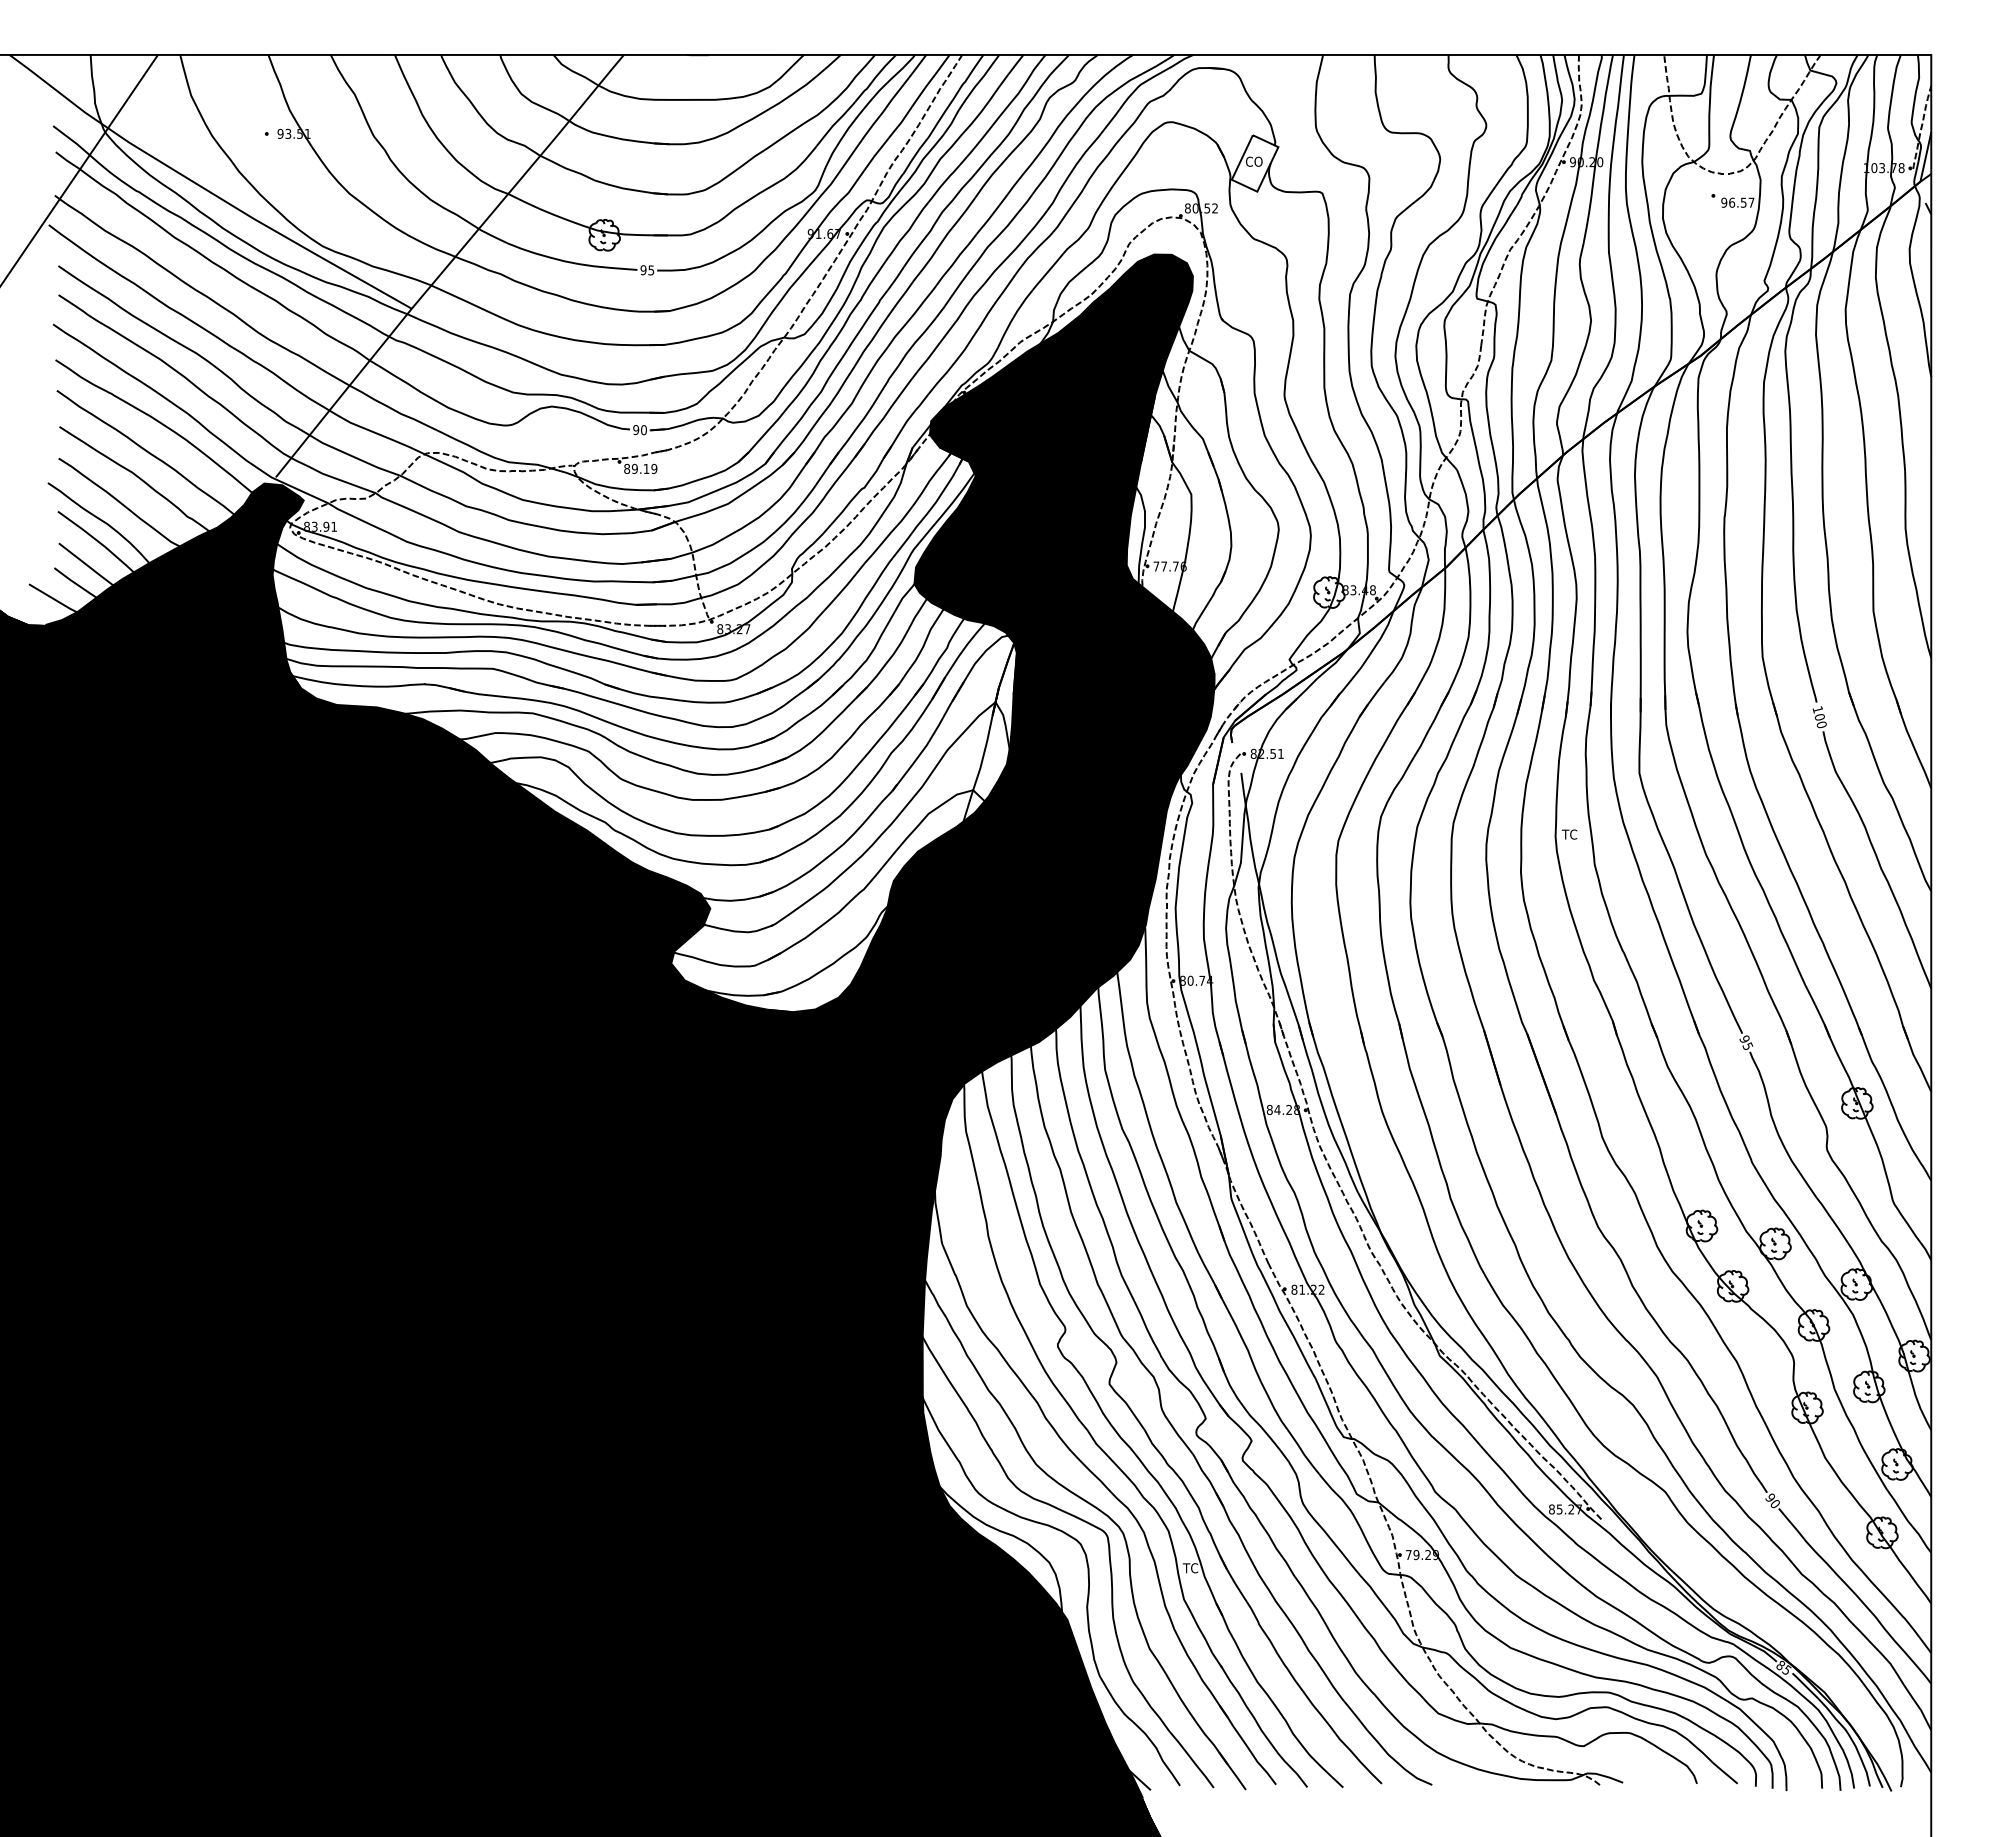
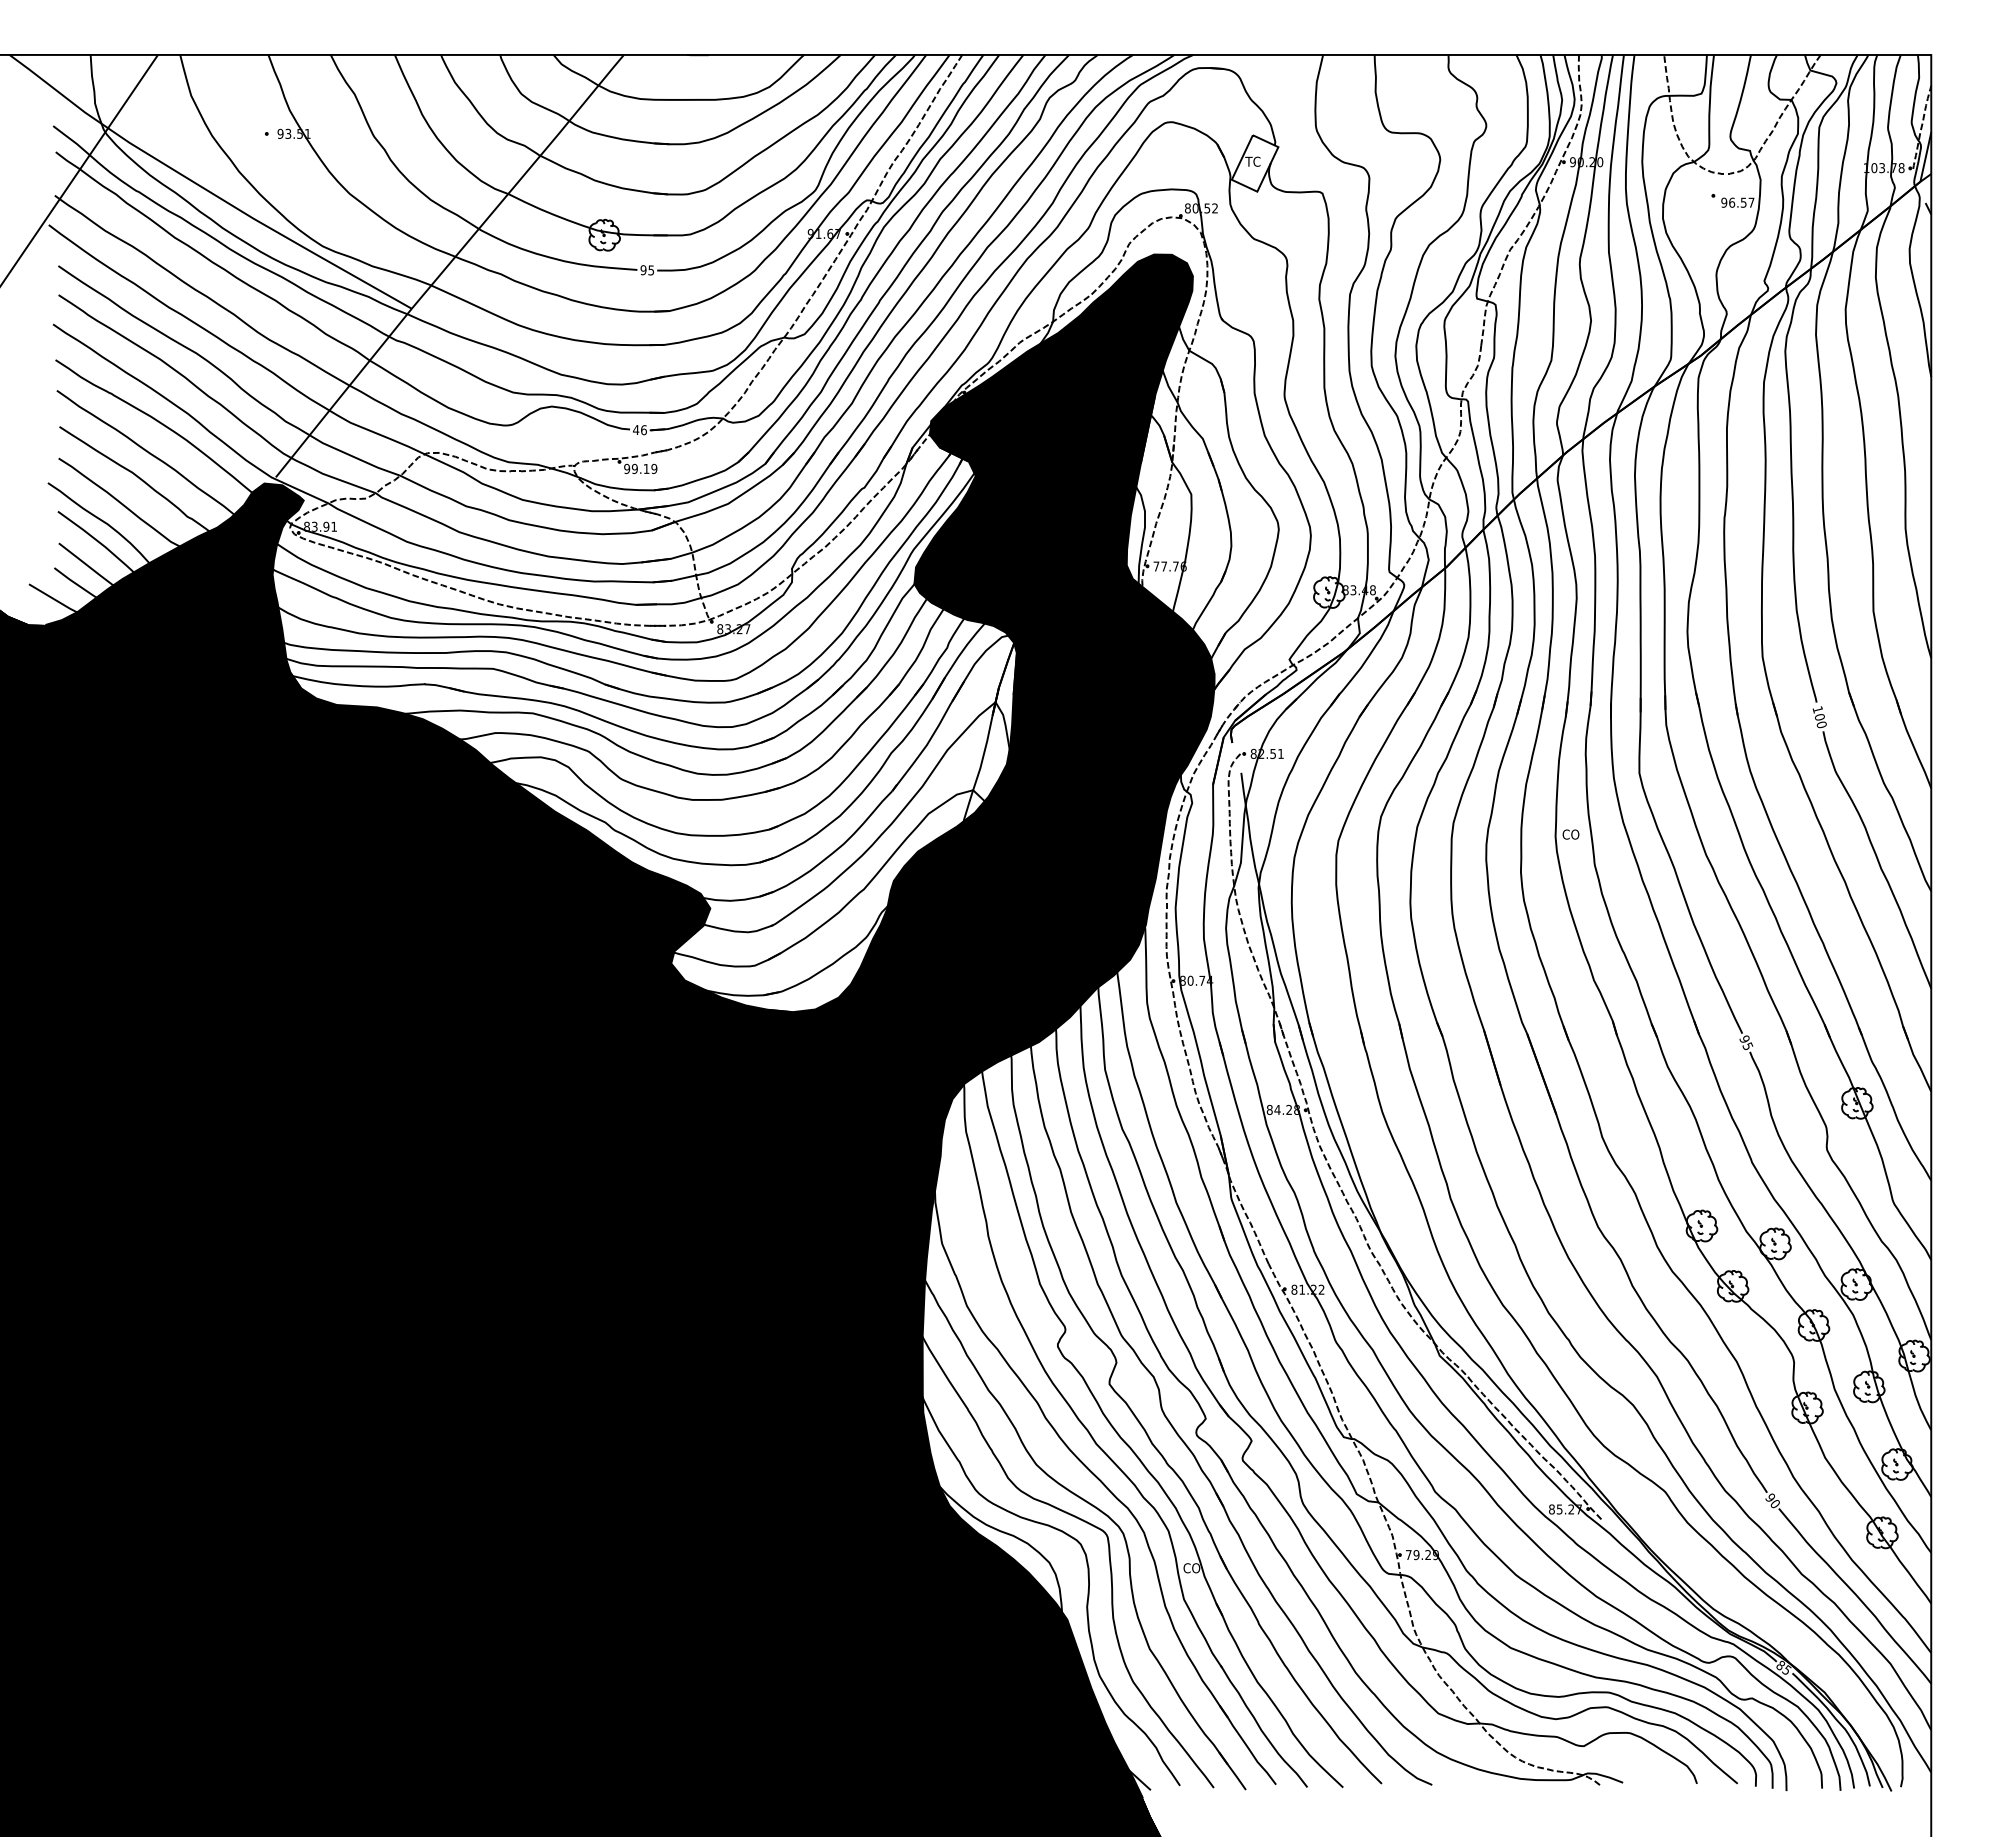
text at (1253, 161): CO -> TC
text at (639, 430): 90 -> 46
text at (627, 468): 89.19 -> 99.19
text at (1570, 834): TC -> CO
text at (1191, 1568): TC -> CO
